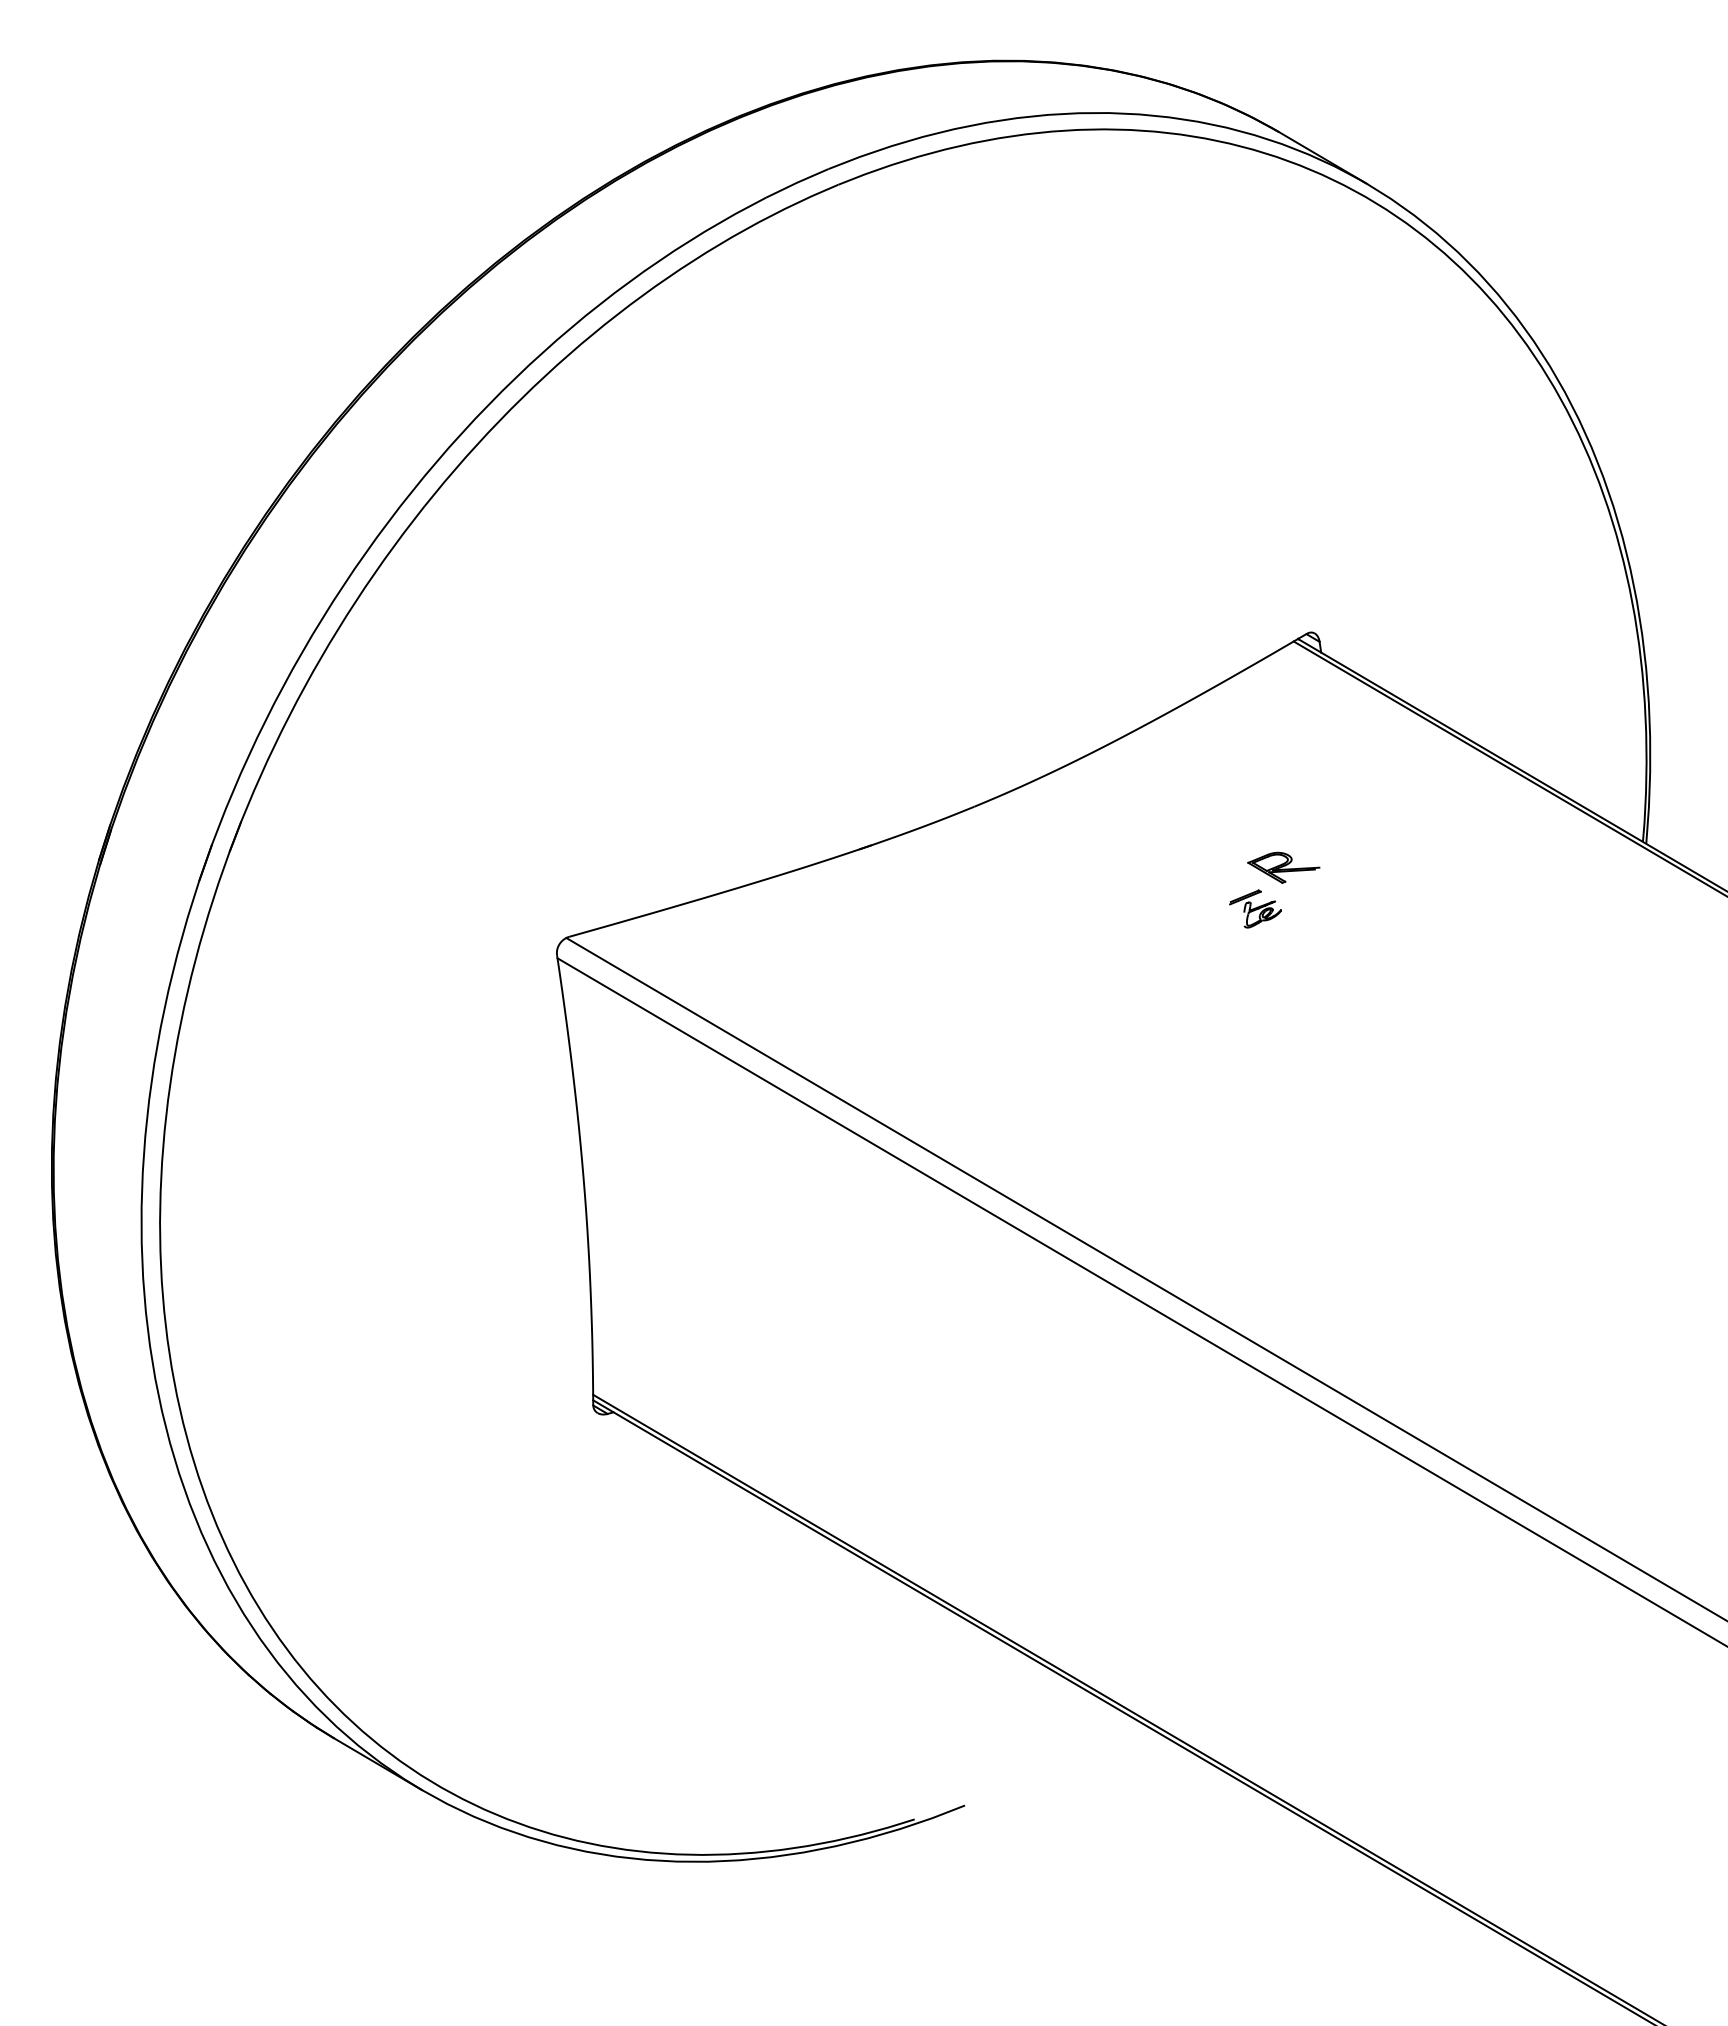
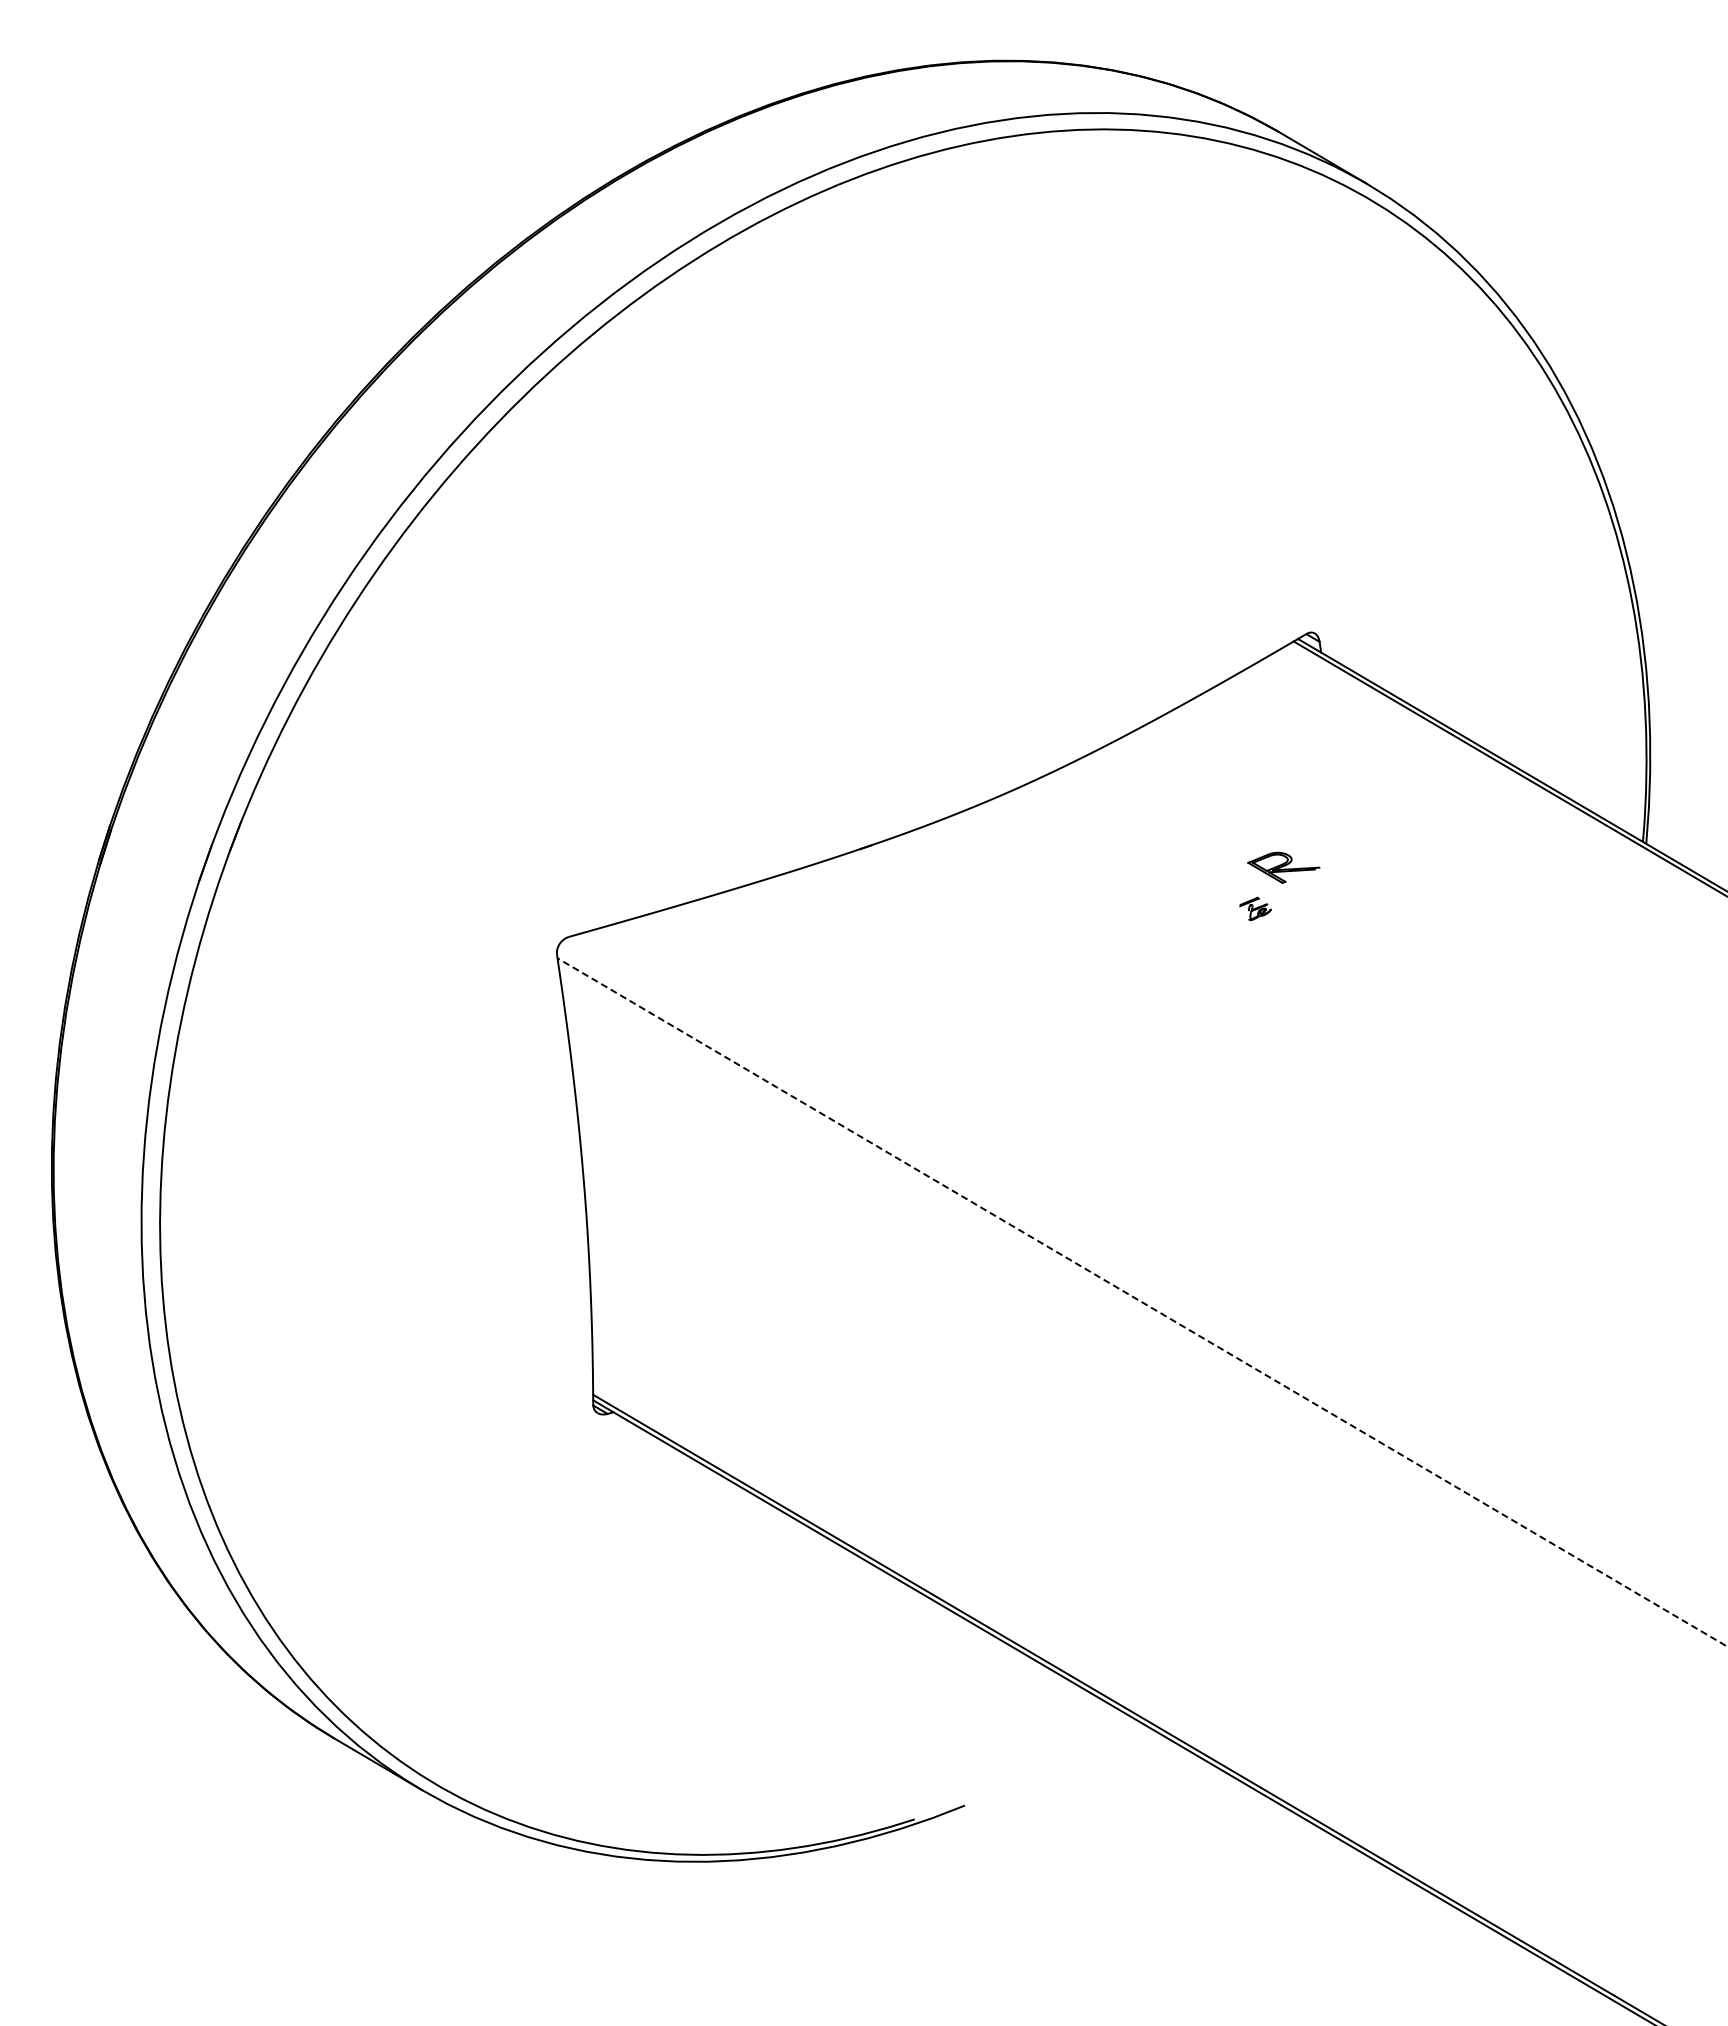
part at (1255, 908) size: 53x40 px -> 33x25 px
line at (1145, 1278): present -> none
line at (1142, 1302): solid -> dashed
